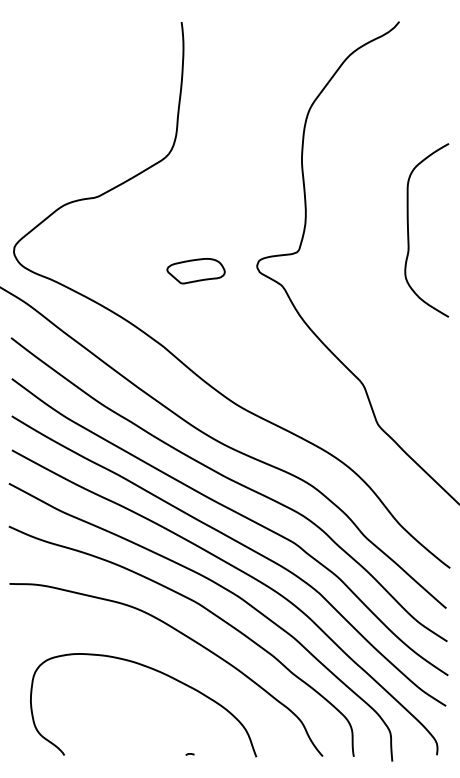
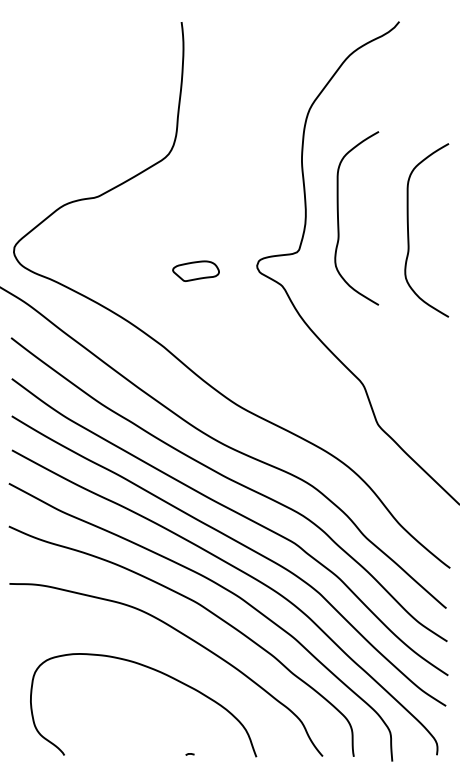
curve at (339, 222): none -> present
part at (195, 271) size: 60x27 px -> 48x22 px
